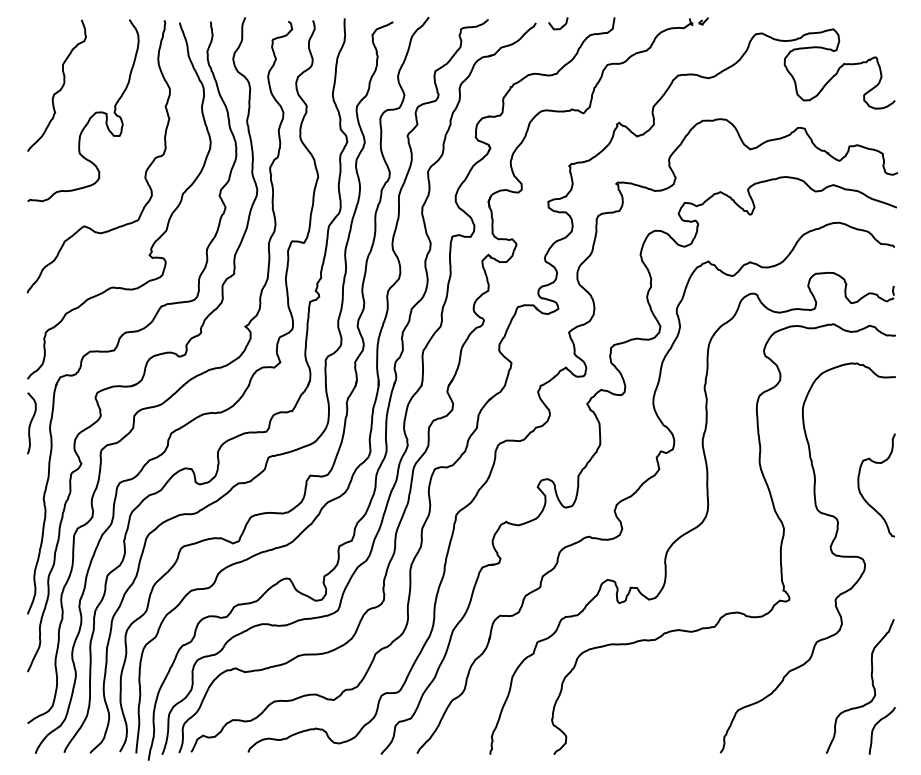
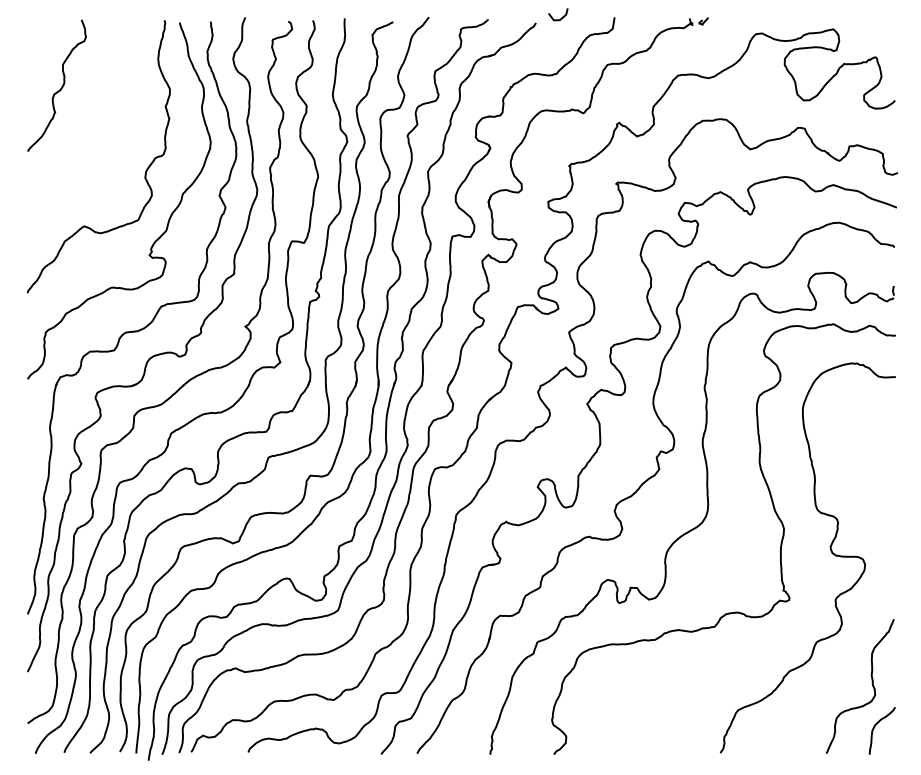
curve at (561, 26) position: (561, 26) -> (561, 17)
curve at (90, 116): present -> none
curve at (31, 423): present -> none
curve at (862, 494): present -> none
